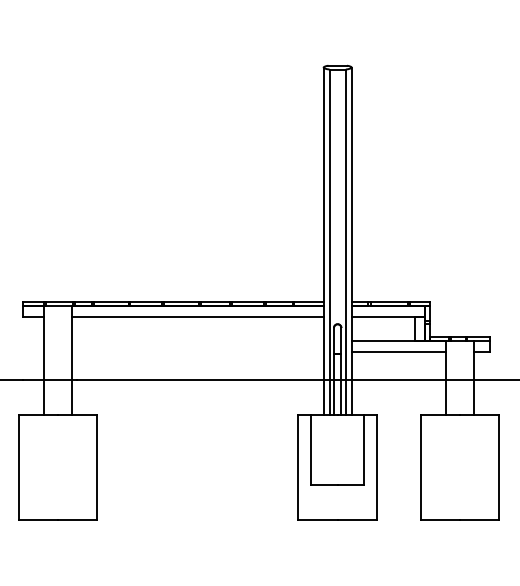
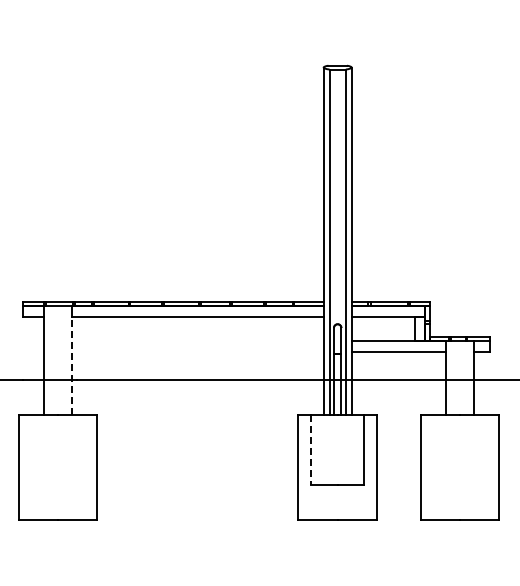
line at (71, 365): solid -> dashed
line at (311, 450): solid -> dashed
